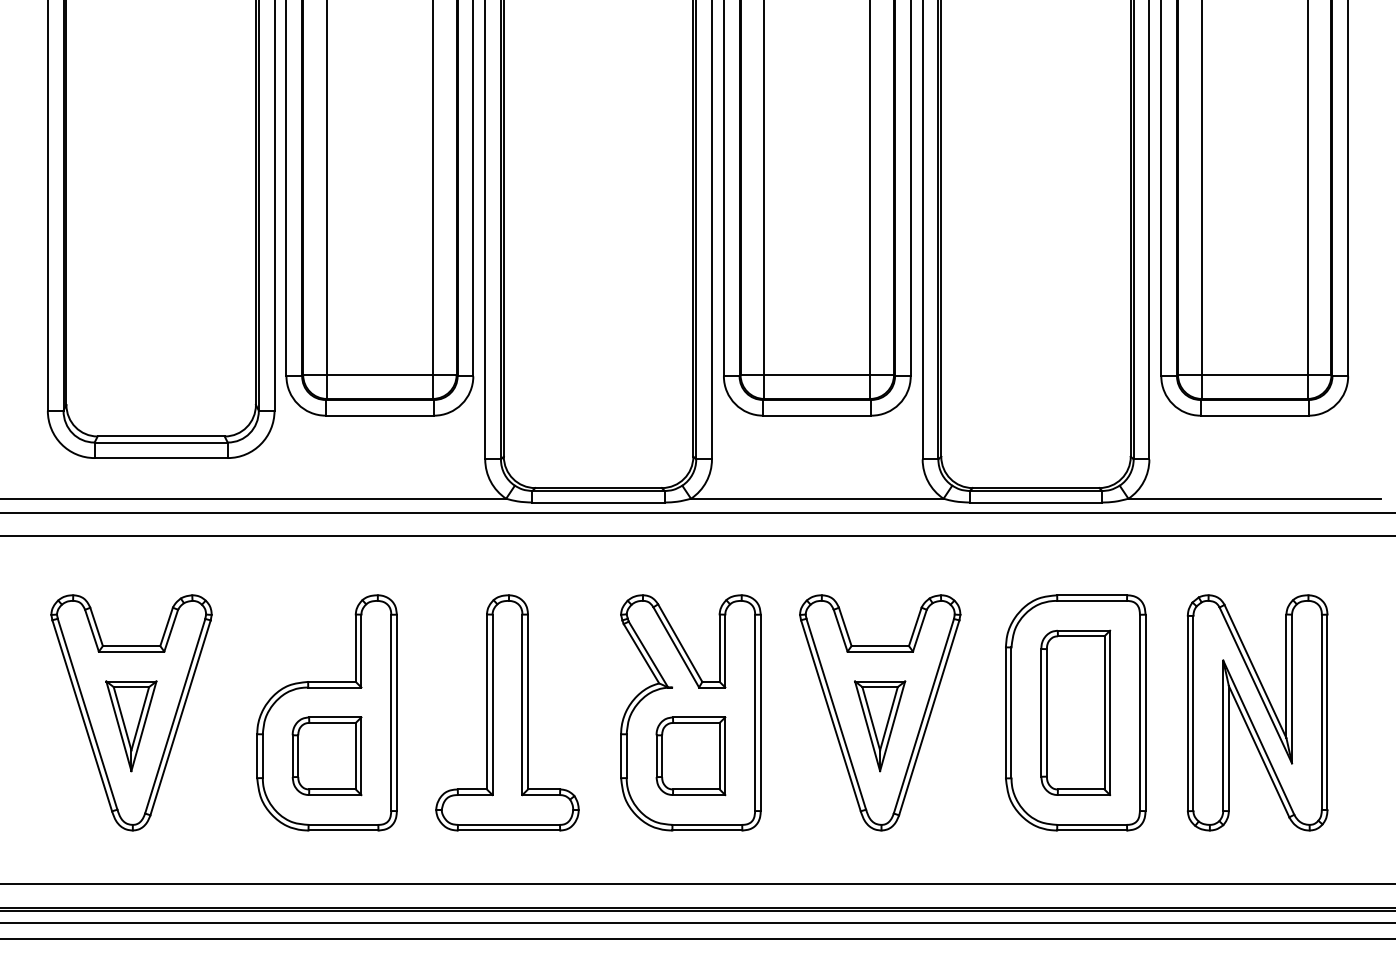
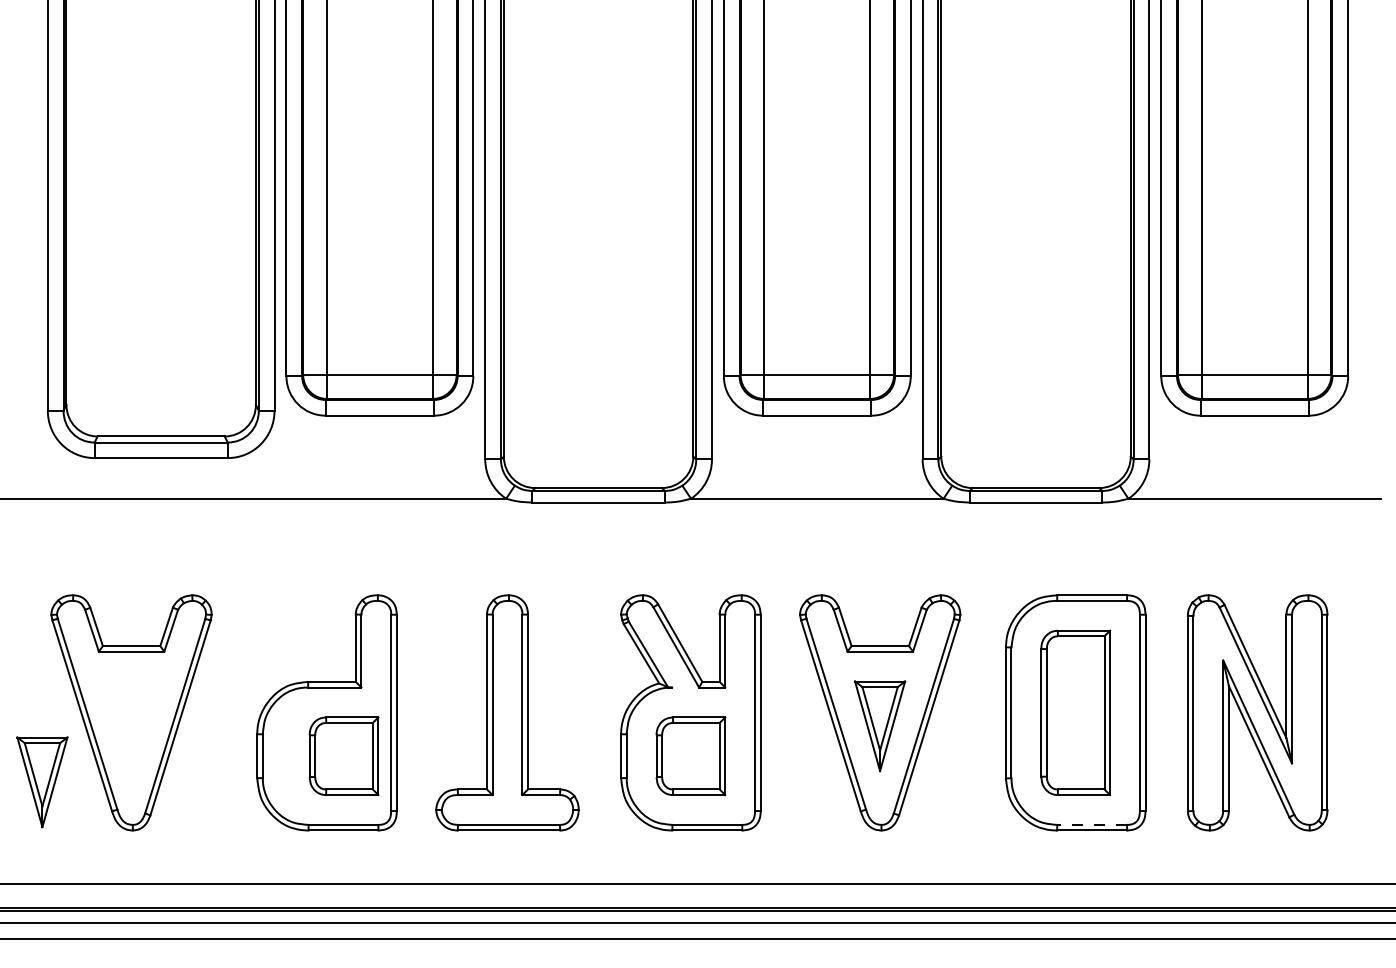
line at (697, 512): present -> none
line at (697, 536): present -> none
part at (131, 726) position: (131, 726) -> (42, 782)
part at (326, 756) position: (326, 756) -> (343, 756)
line at (1092, 824): solid -> dashed
